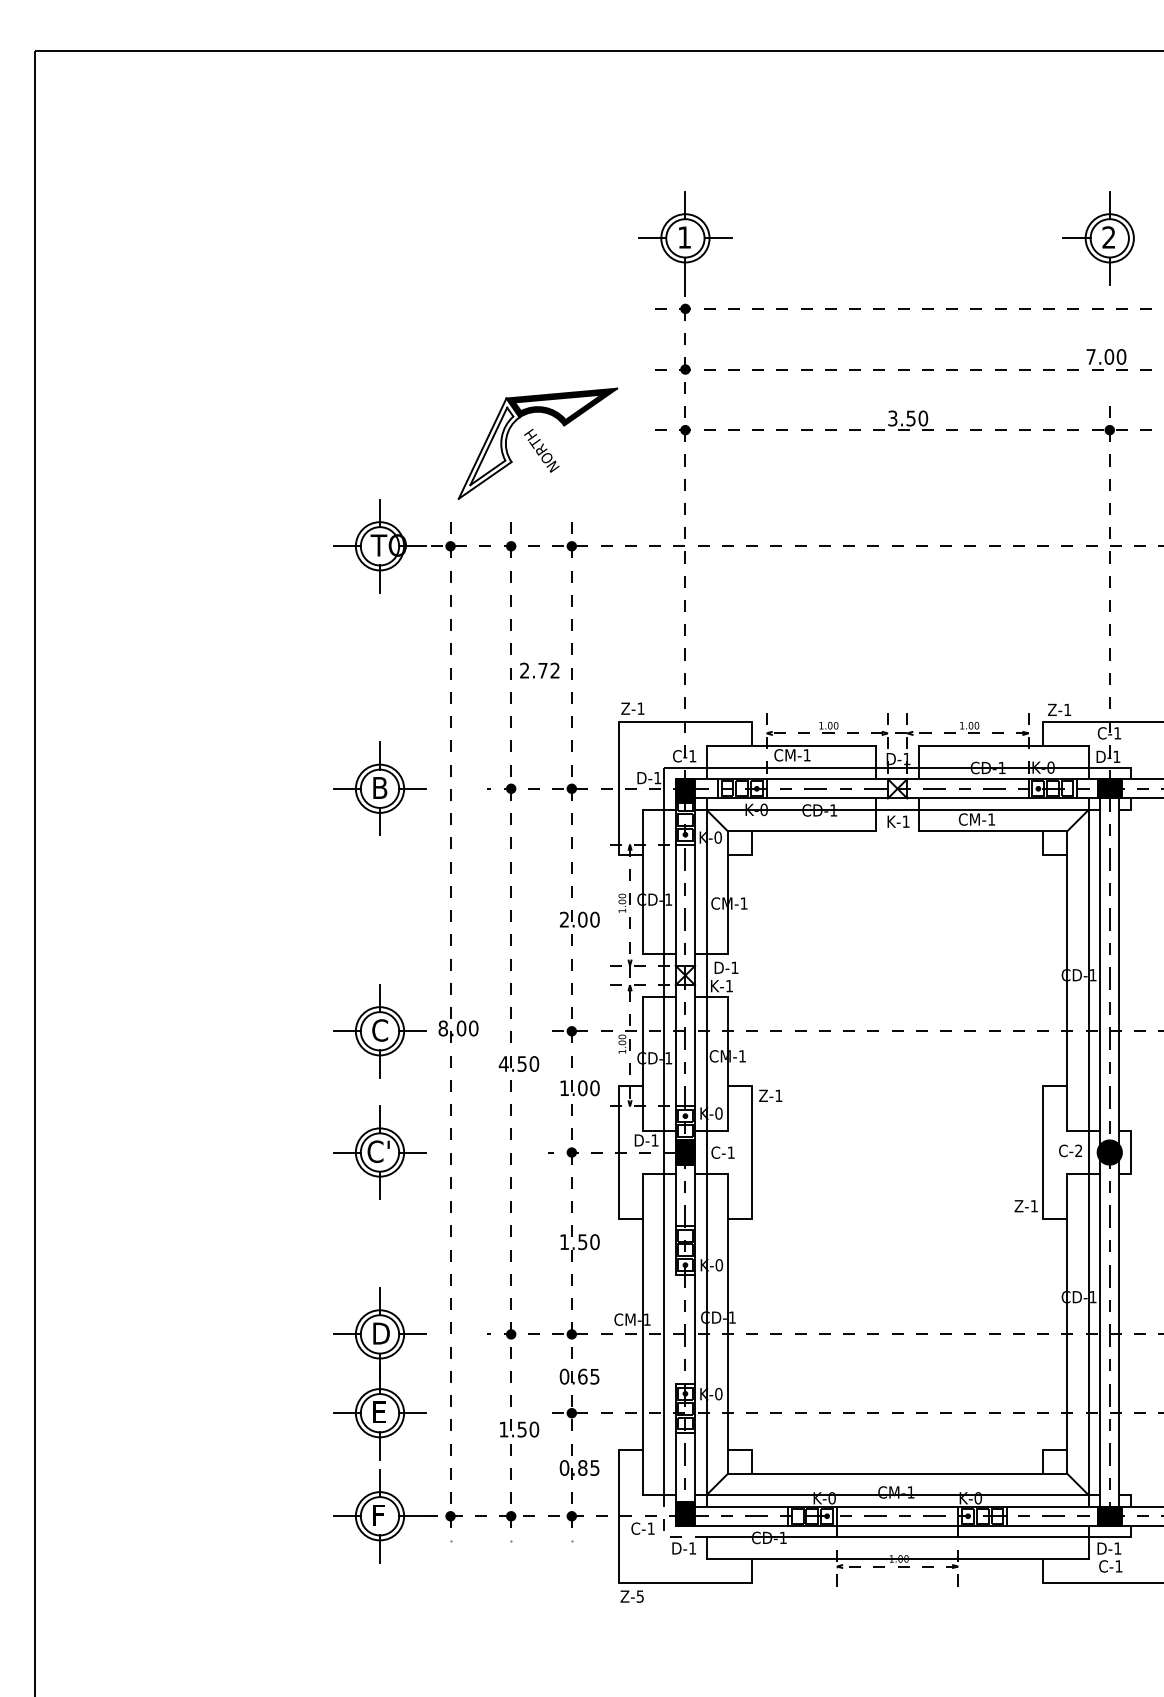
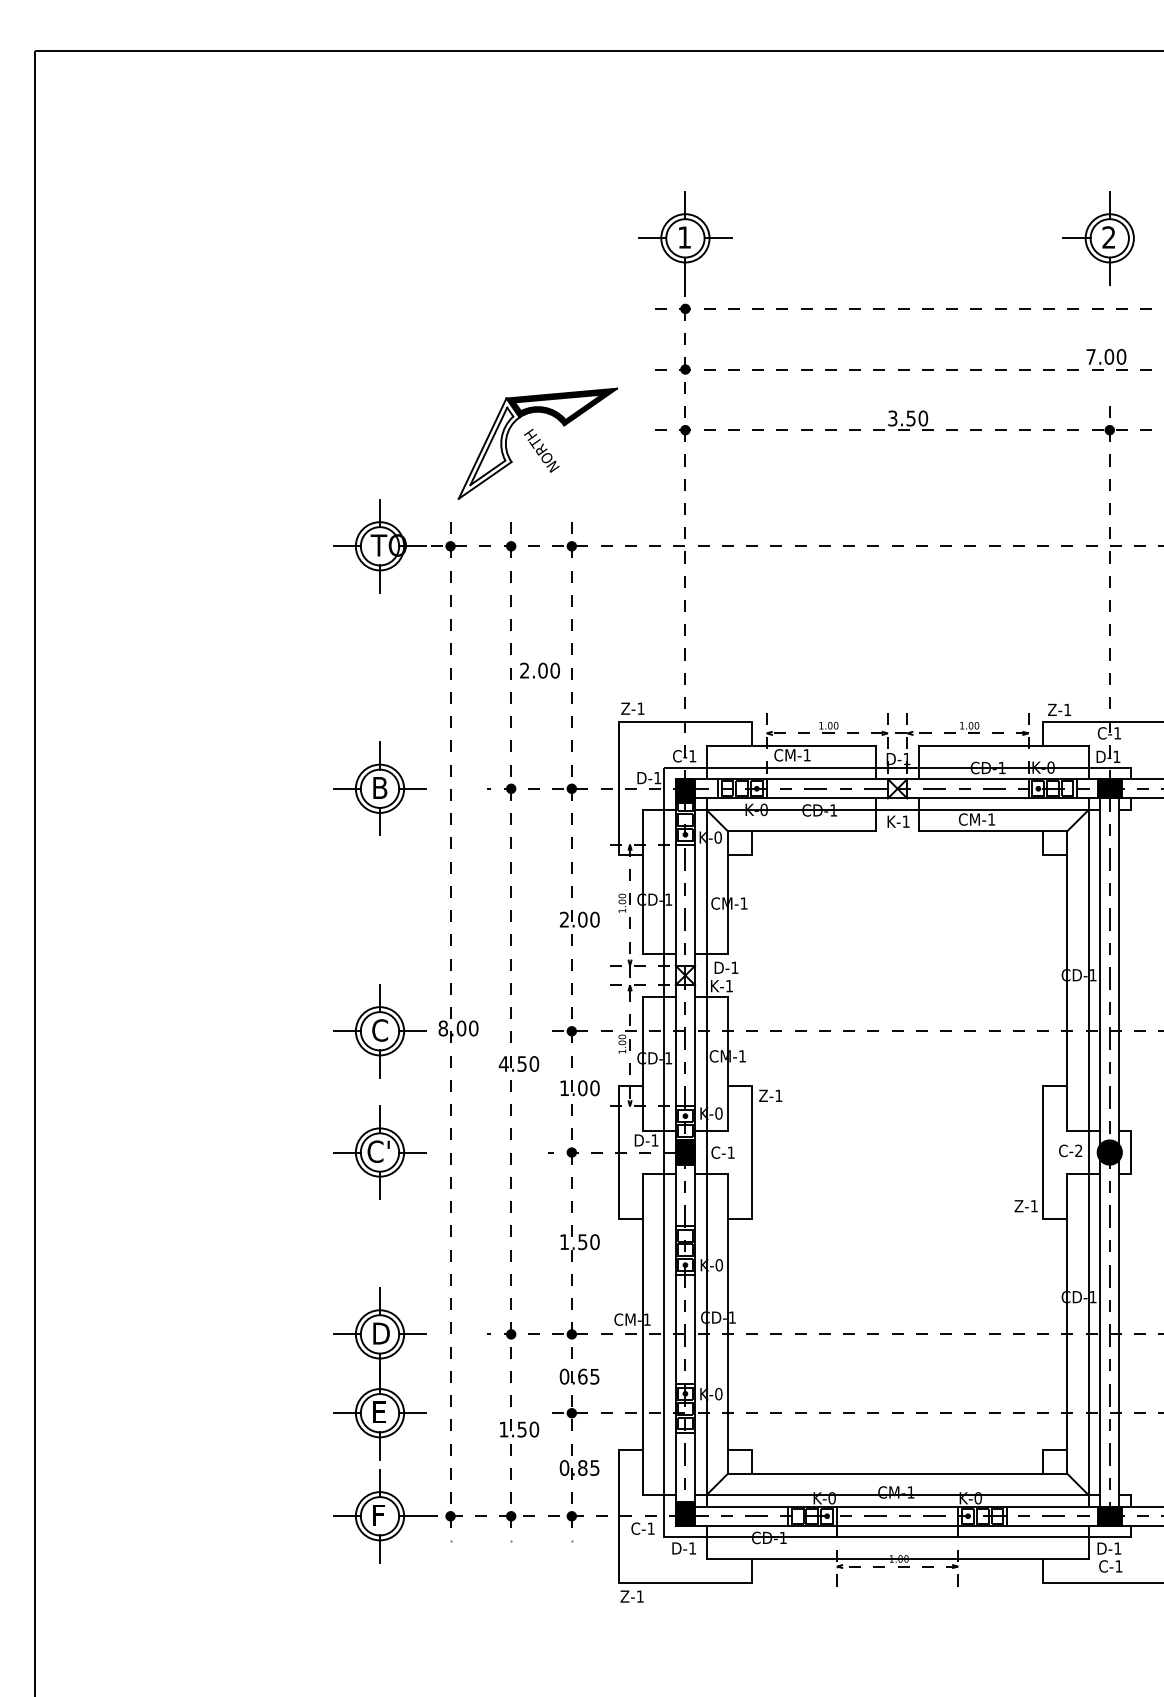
text at (548, 670): 2.72 -> 2.00
line at (675, 1329): none -> present
line at (670, 1537): dashed -> solid
text at (639, 1596): Z-5 -> Z-1
